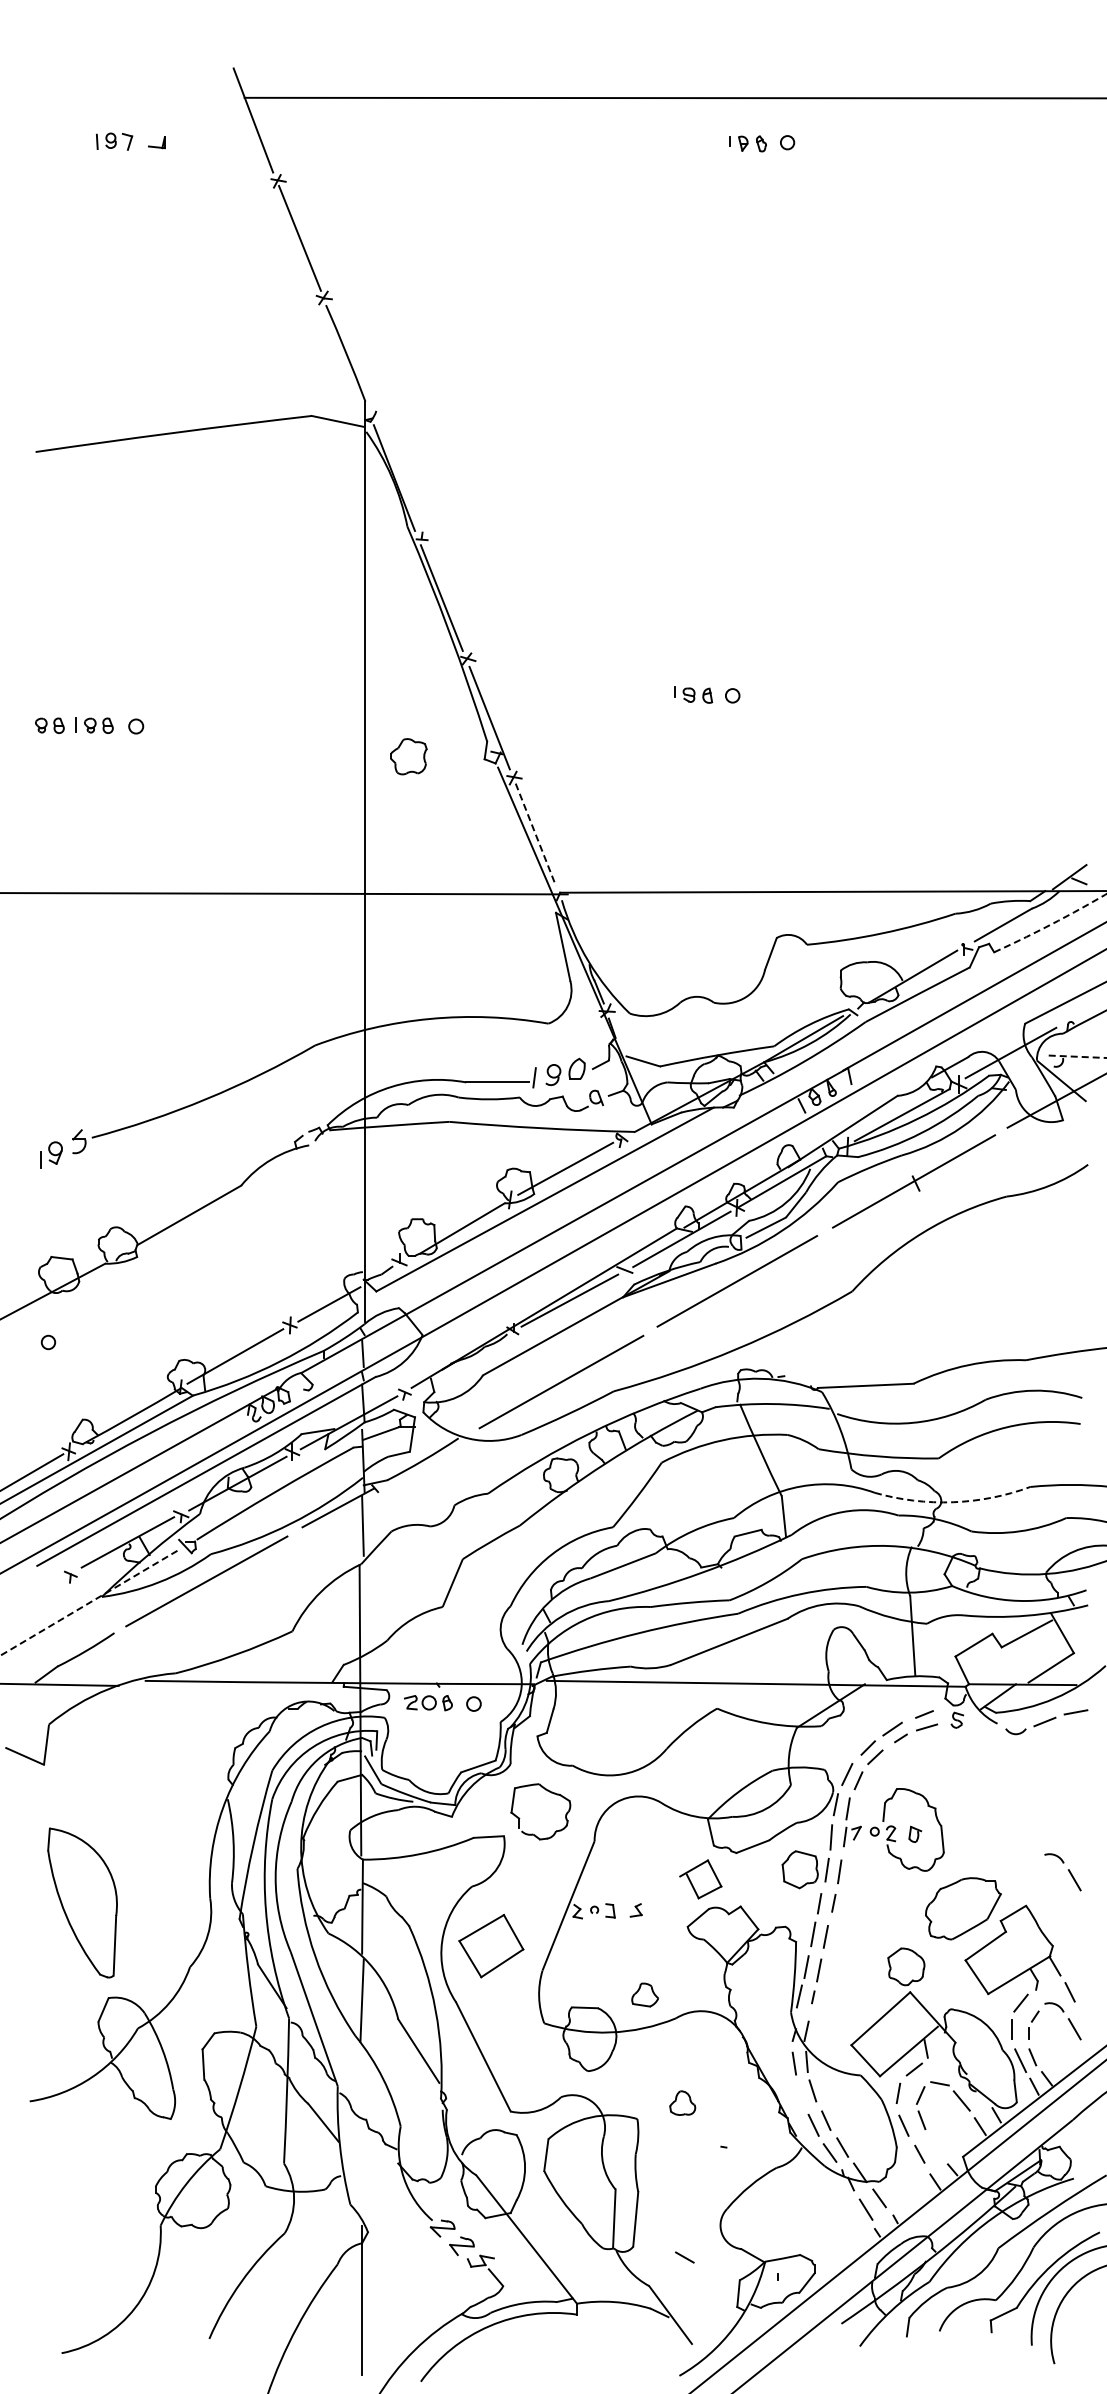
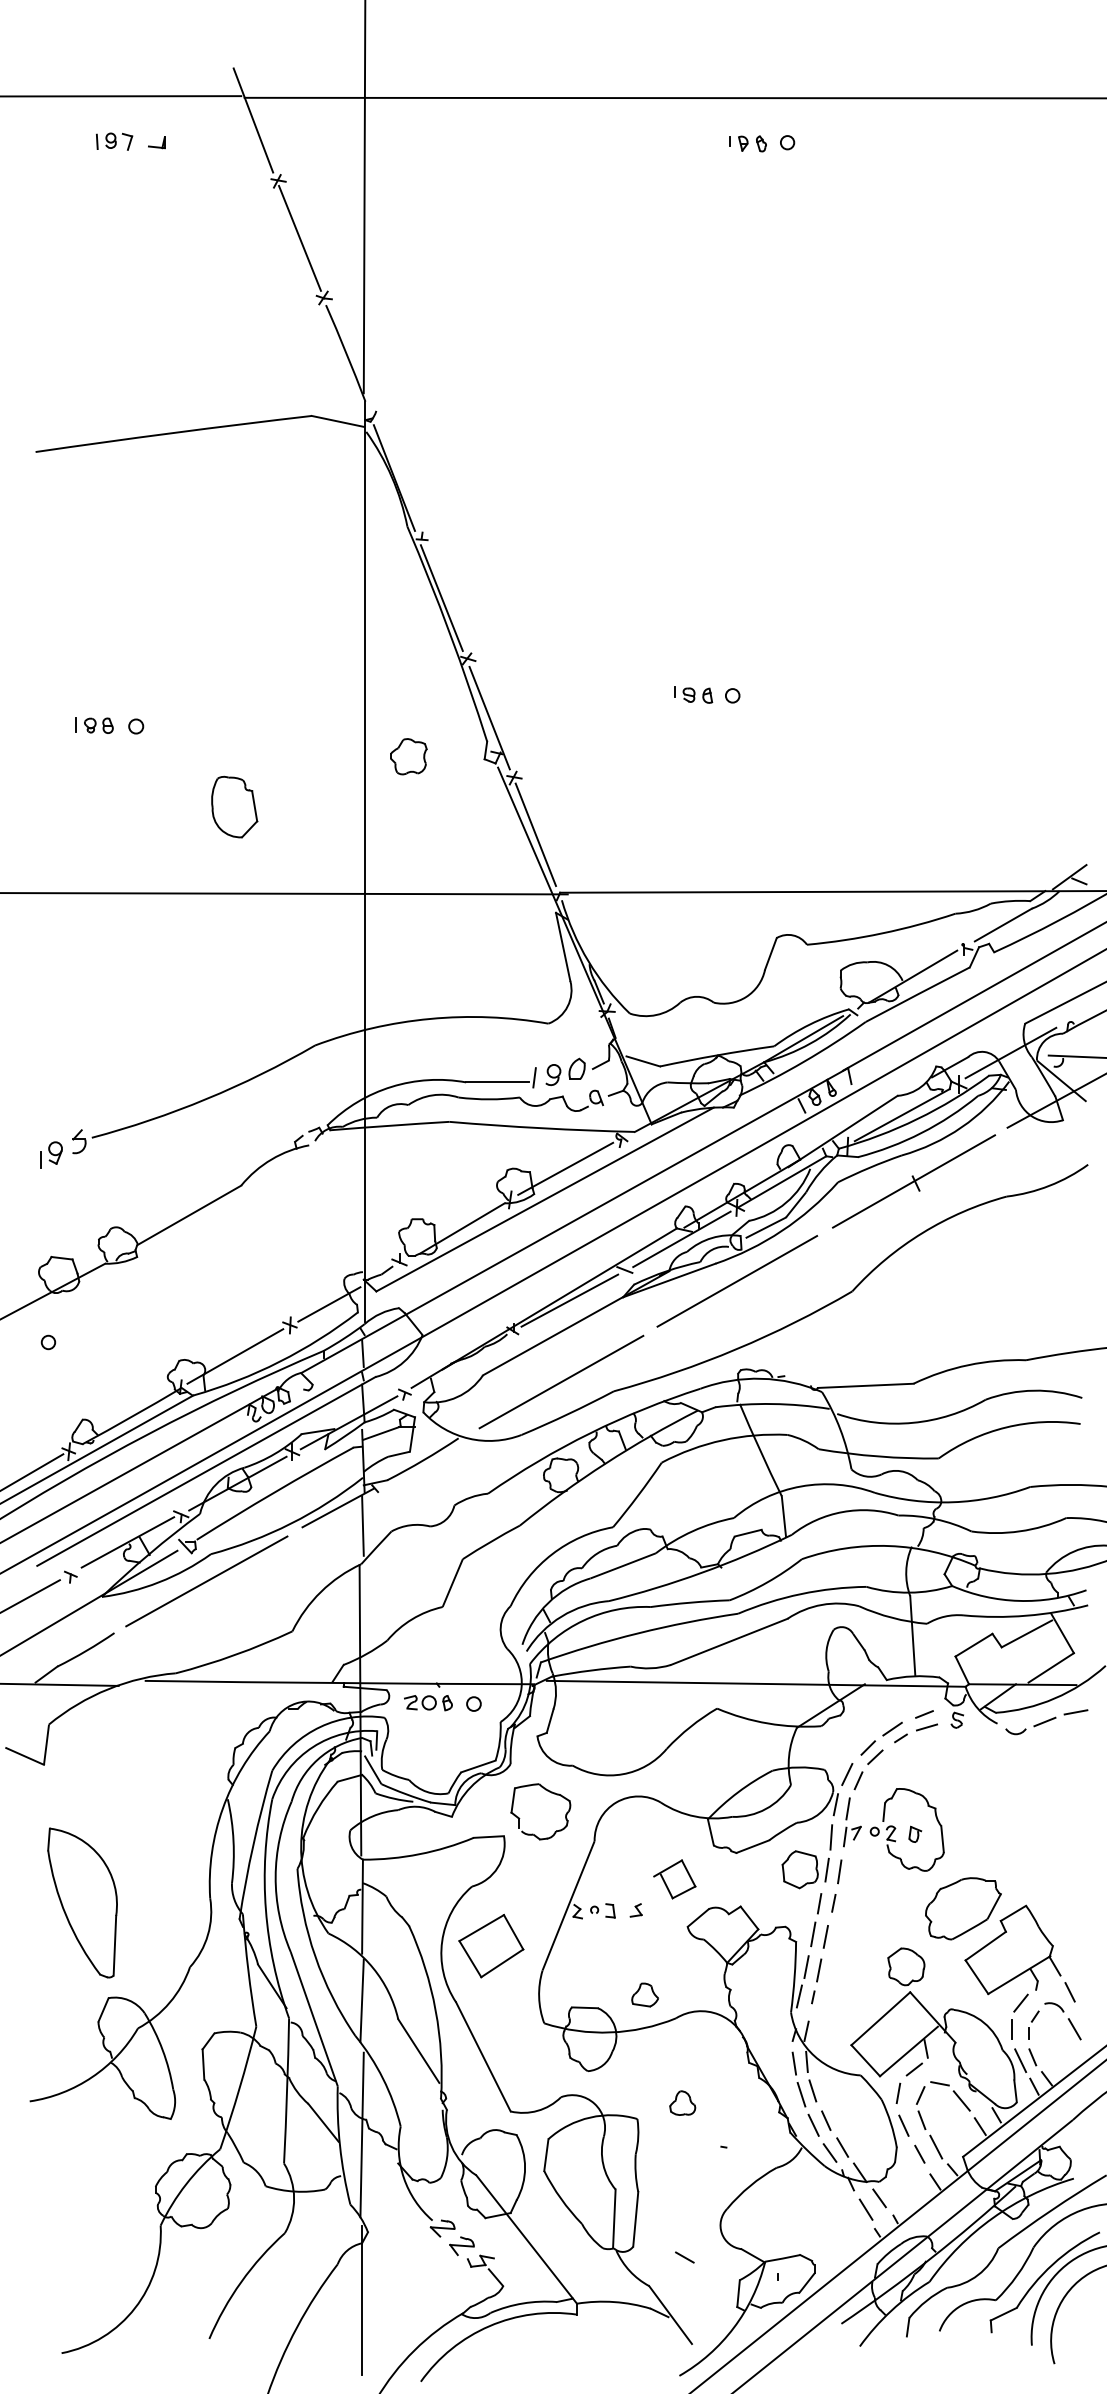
line at (121, 96): none -> present
line at (364, 197): none -> present
part at (49, 725): present -> none
part at (234, 806): none -> present
line at (536, 835): dashed -> solid
arc at (1052, 923): dashed -> solid
line at (1077, 1056): dashed -> solid
arc at (953, 1502): dashed -> solid
line at (30, 1595): none -> present
line at (89, 1603): dashed -> solid
part at (1062, 1872): present -> none
part at (700, 1879) position: (700, 1879) -> (674, 1879)
line at (801, 2094): none -> present
line at (361, 2134): none -> present
line at (936, 2146): none -> present
